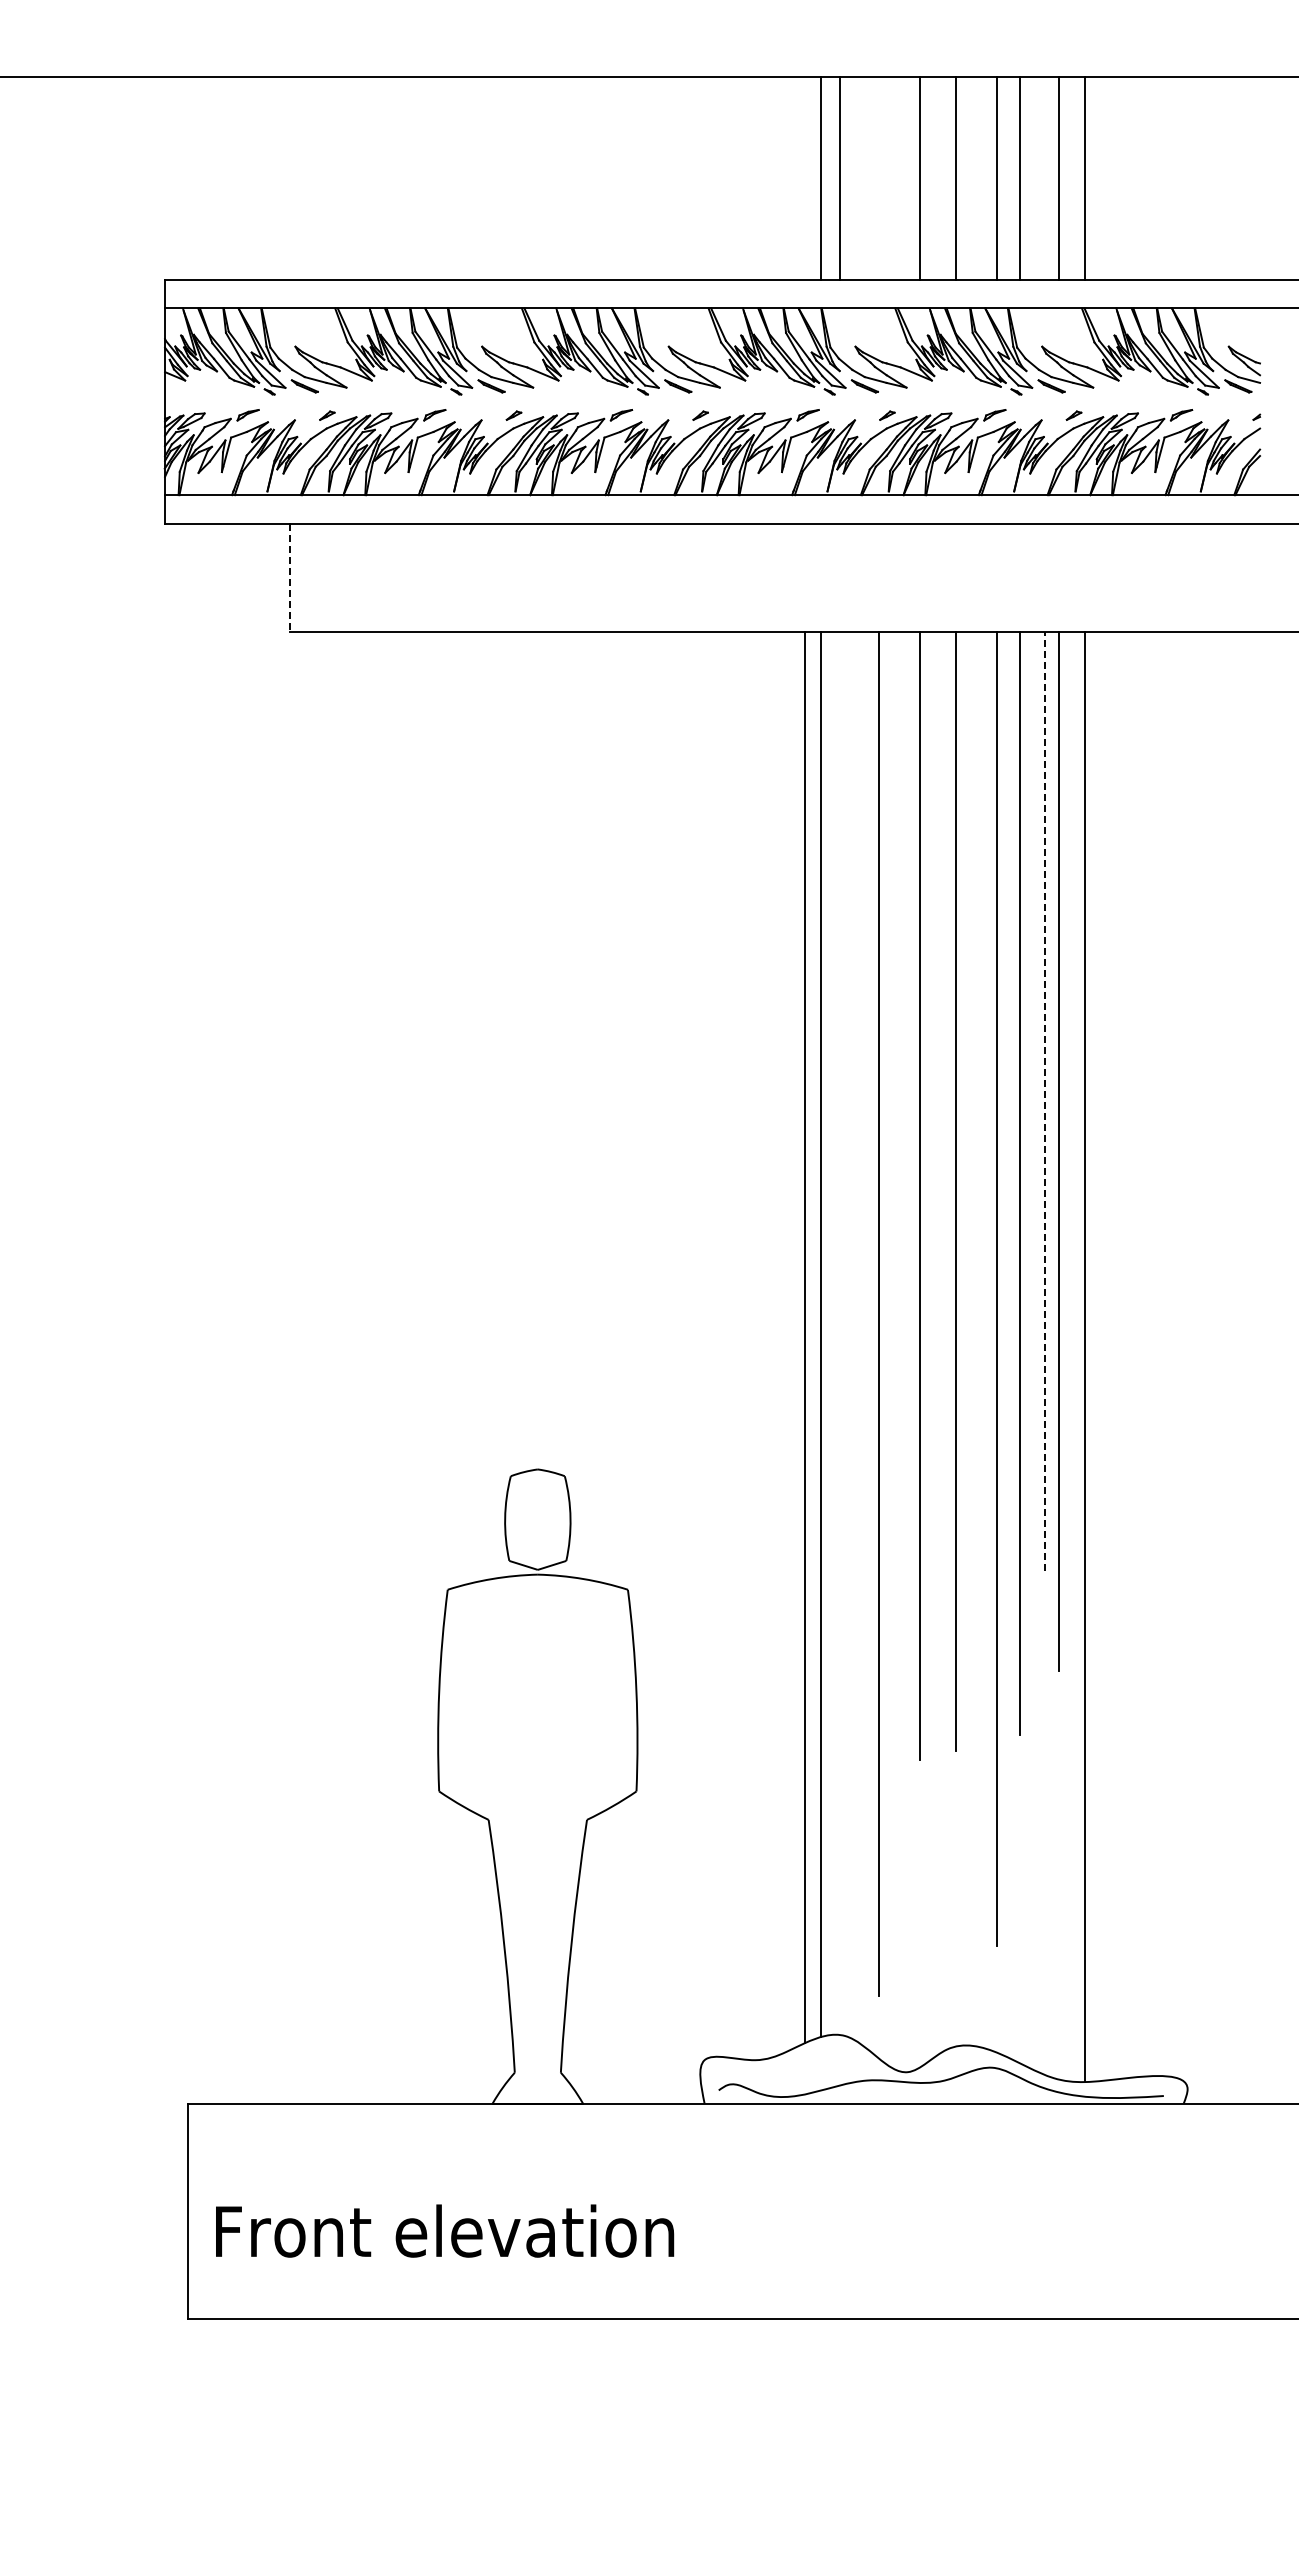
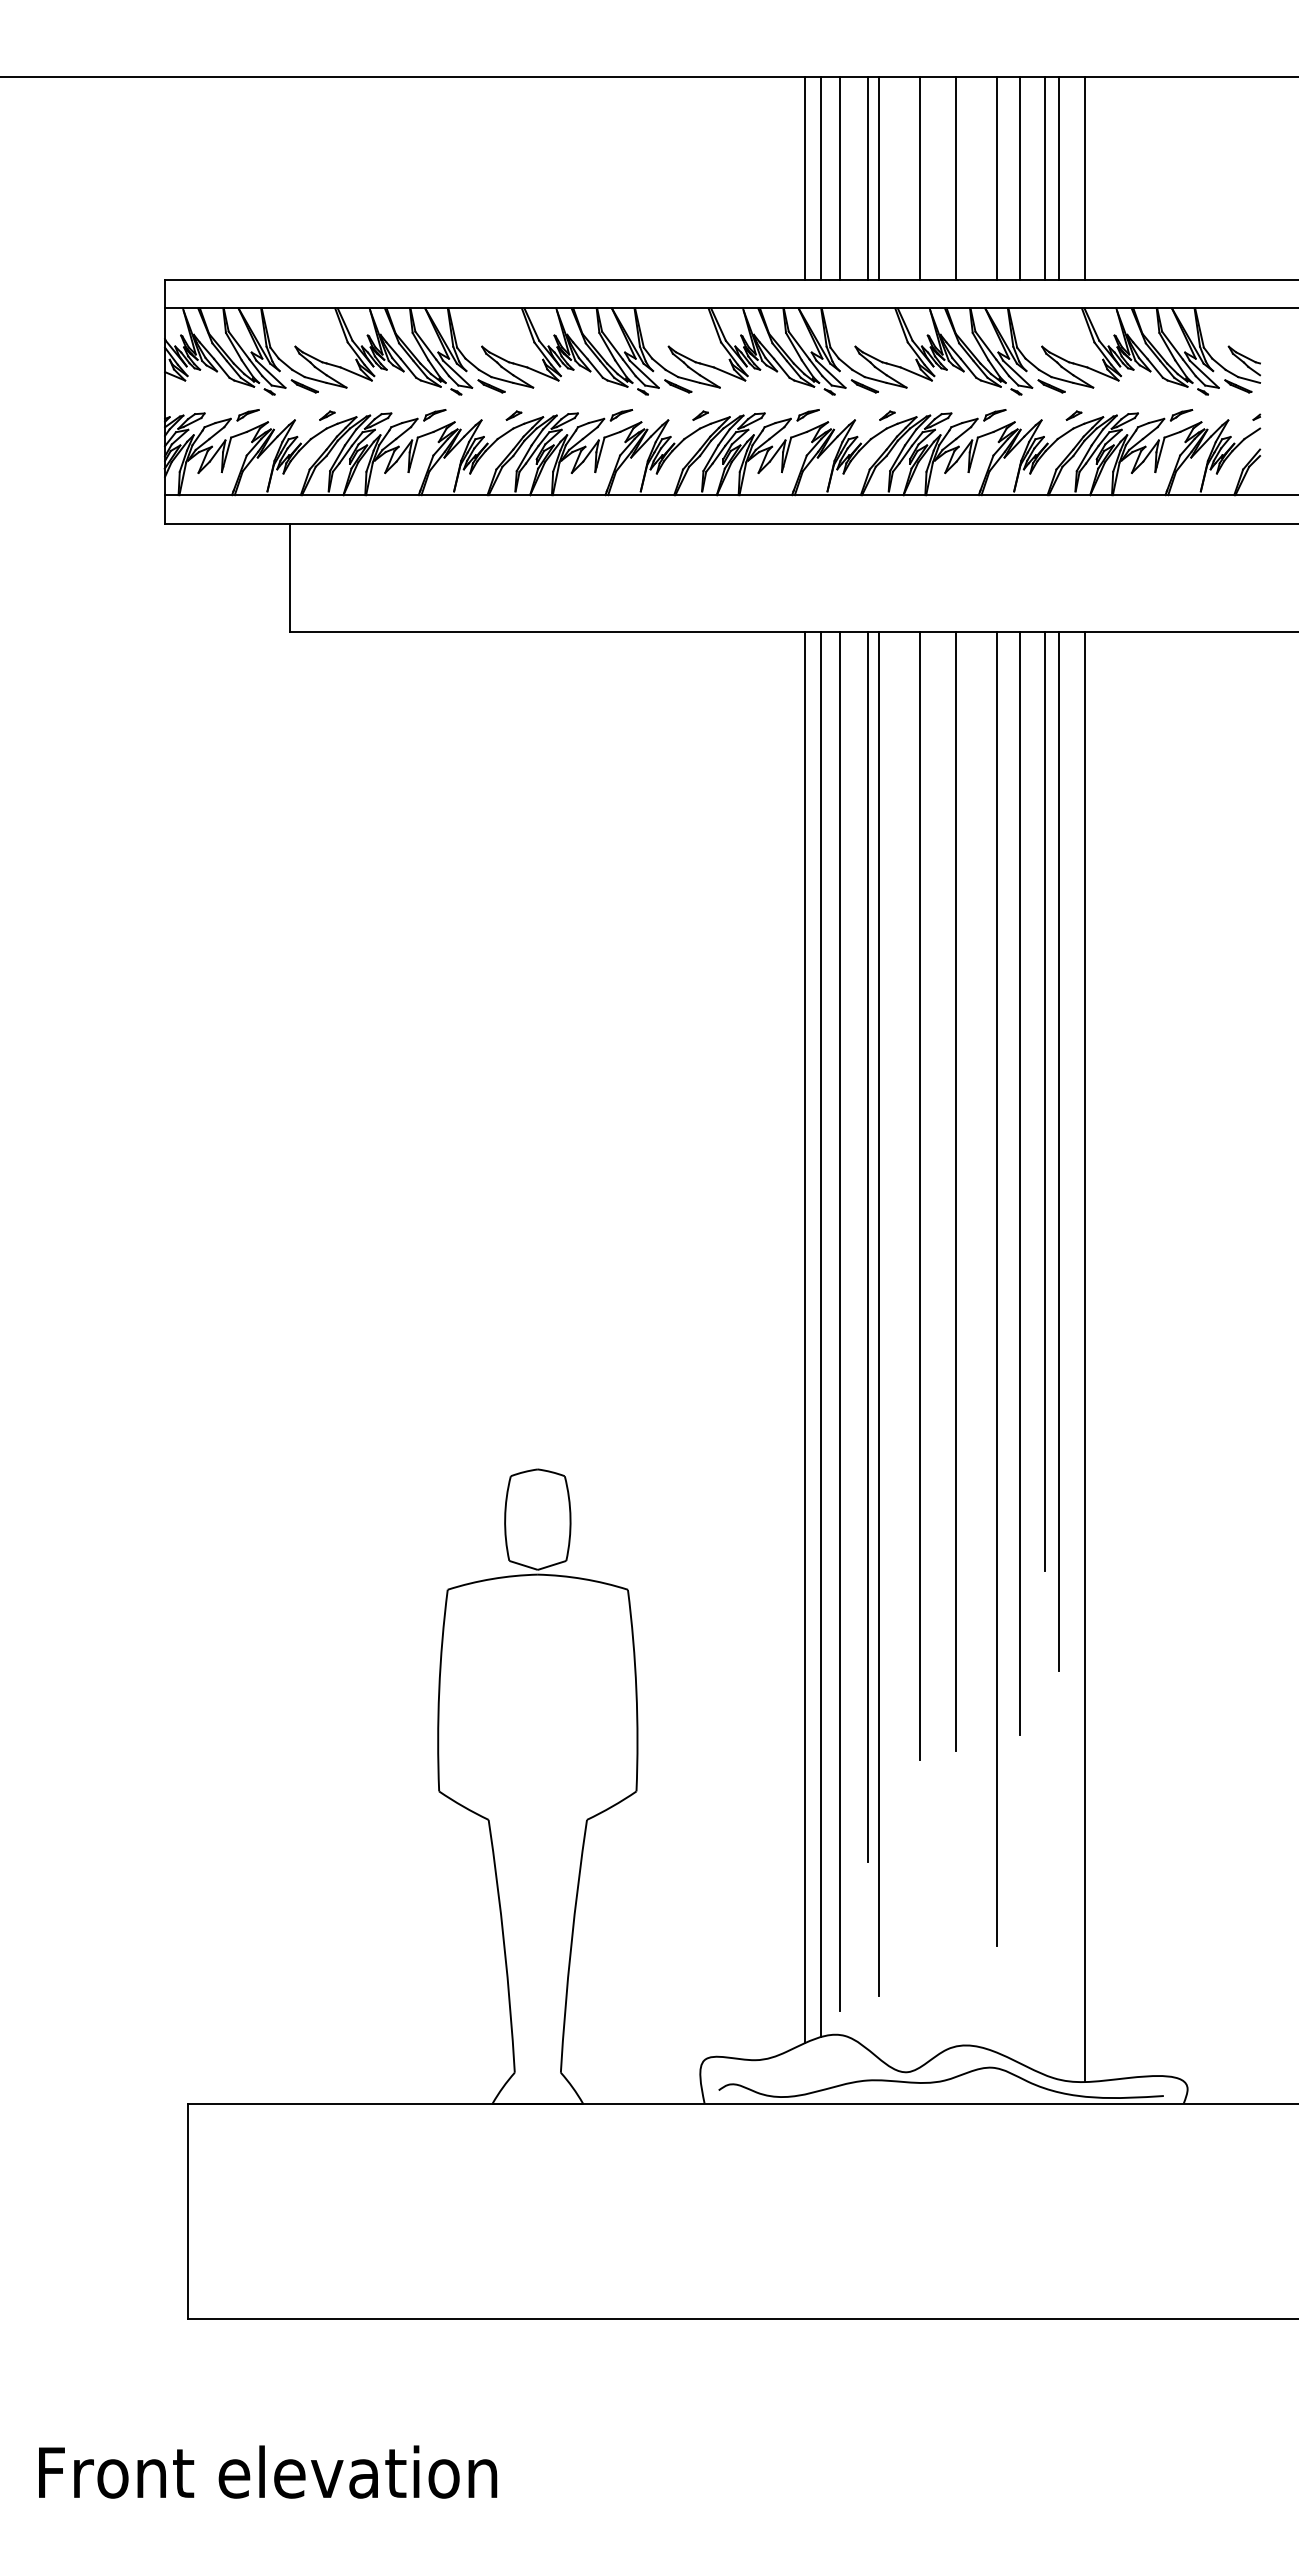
line at (804, 178): none -> present
line at (867, 178): none -> present
line at (879, 178): none -> present
line at (1045, 178): none -> present
line at (289, 577): dashed -> solid
line at (1045, 1101): dashed -> solid
line at (867, 1246): none -> present
line at (840, 1321): none -> present
text at (445, 2230) position: (445, 2230) -> (268, 2471)
